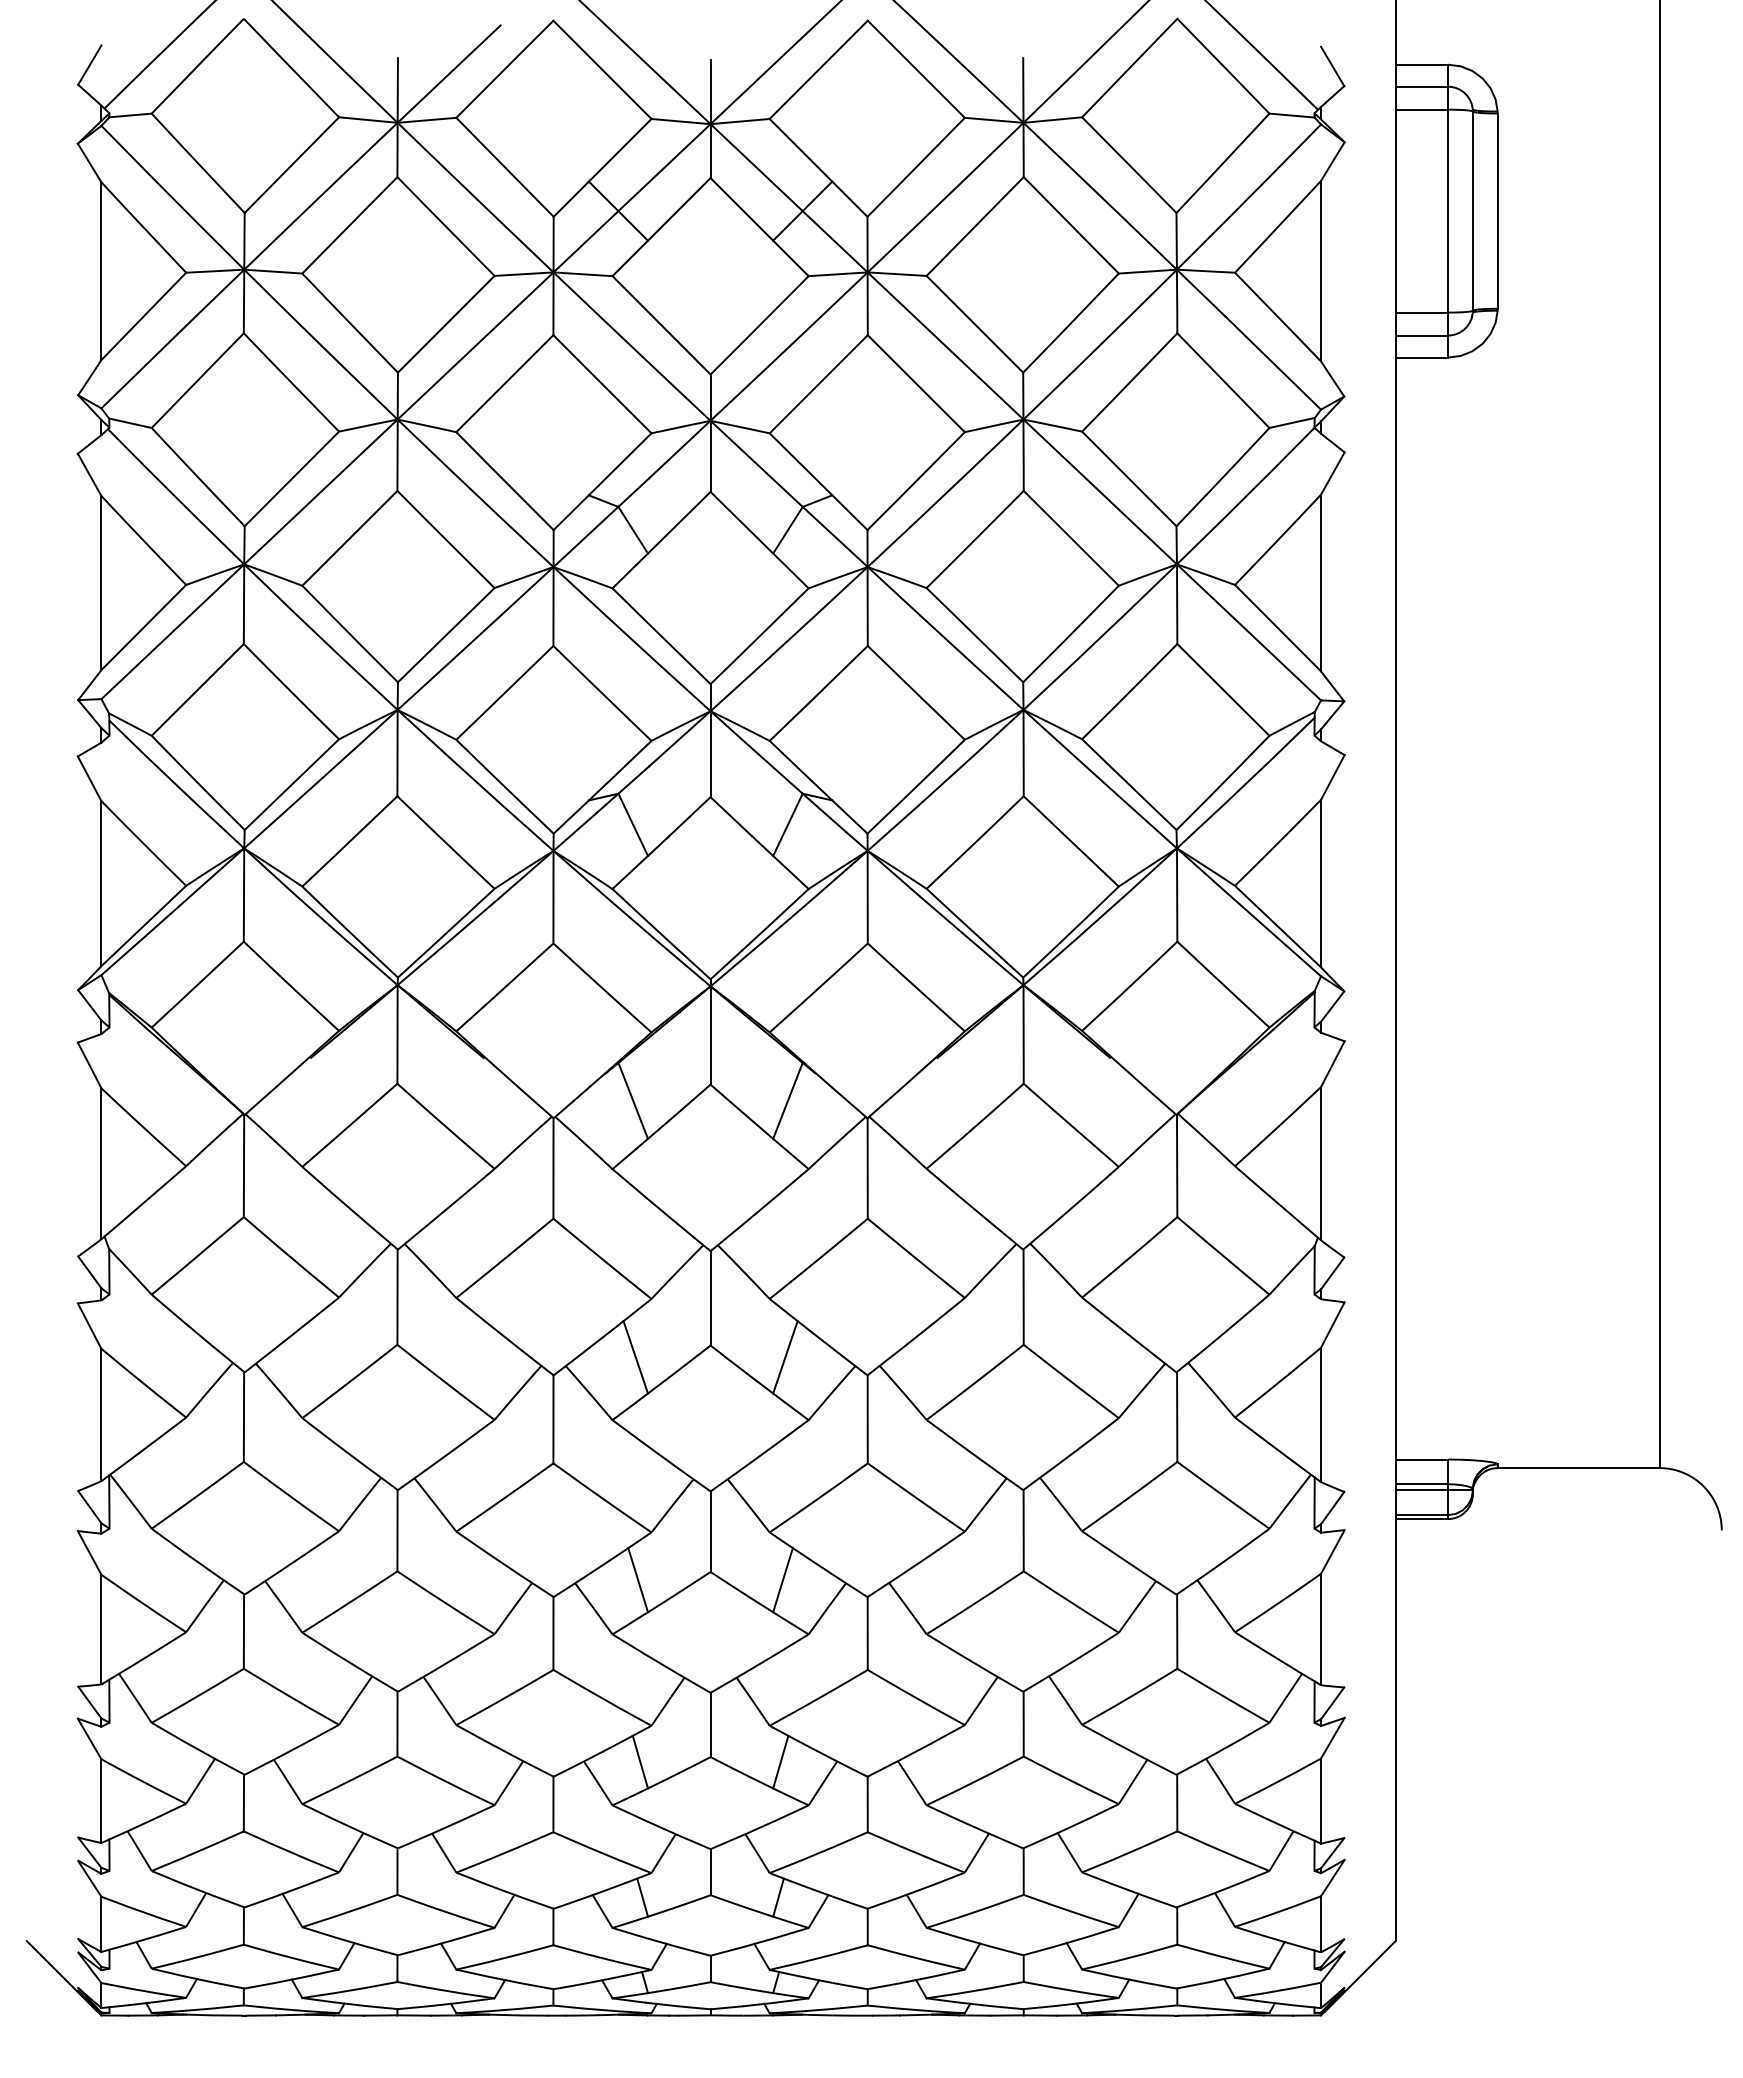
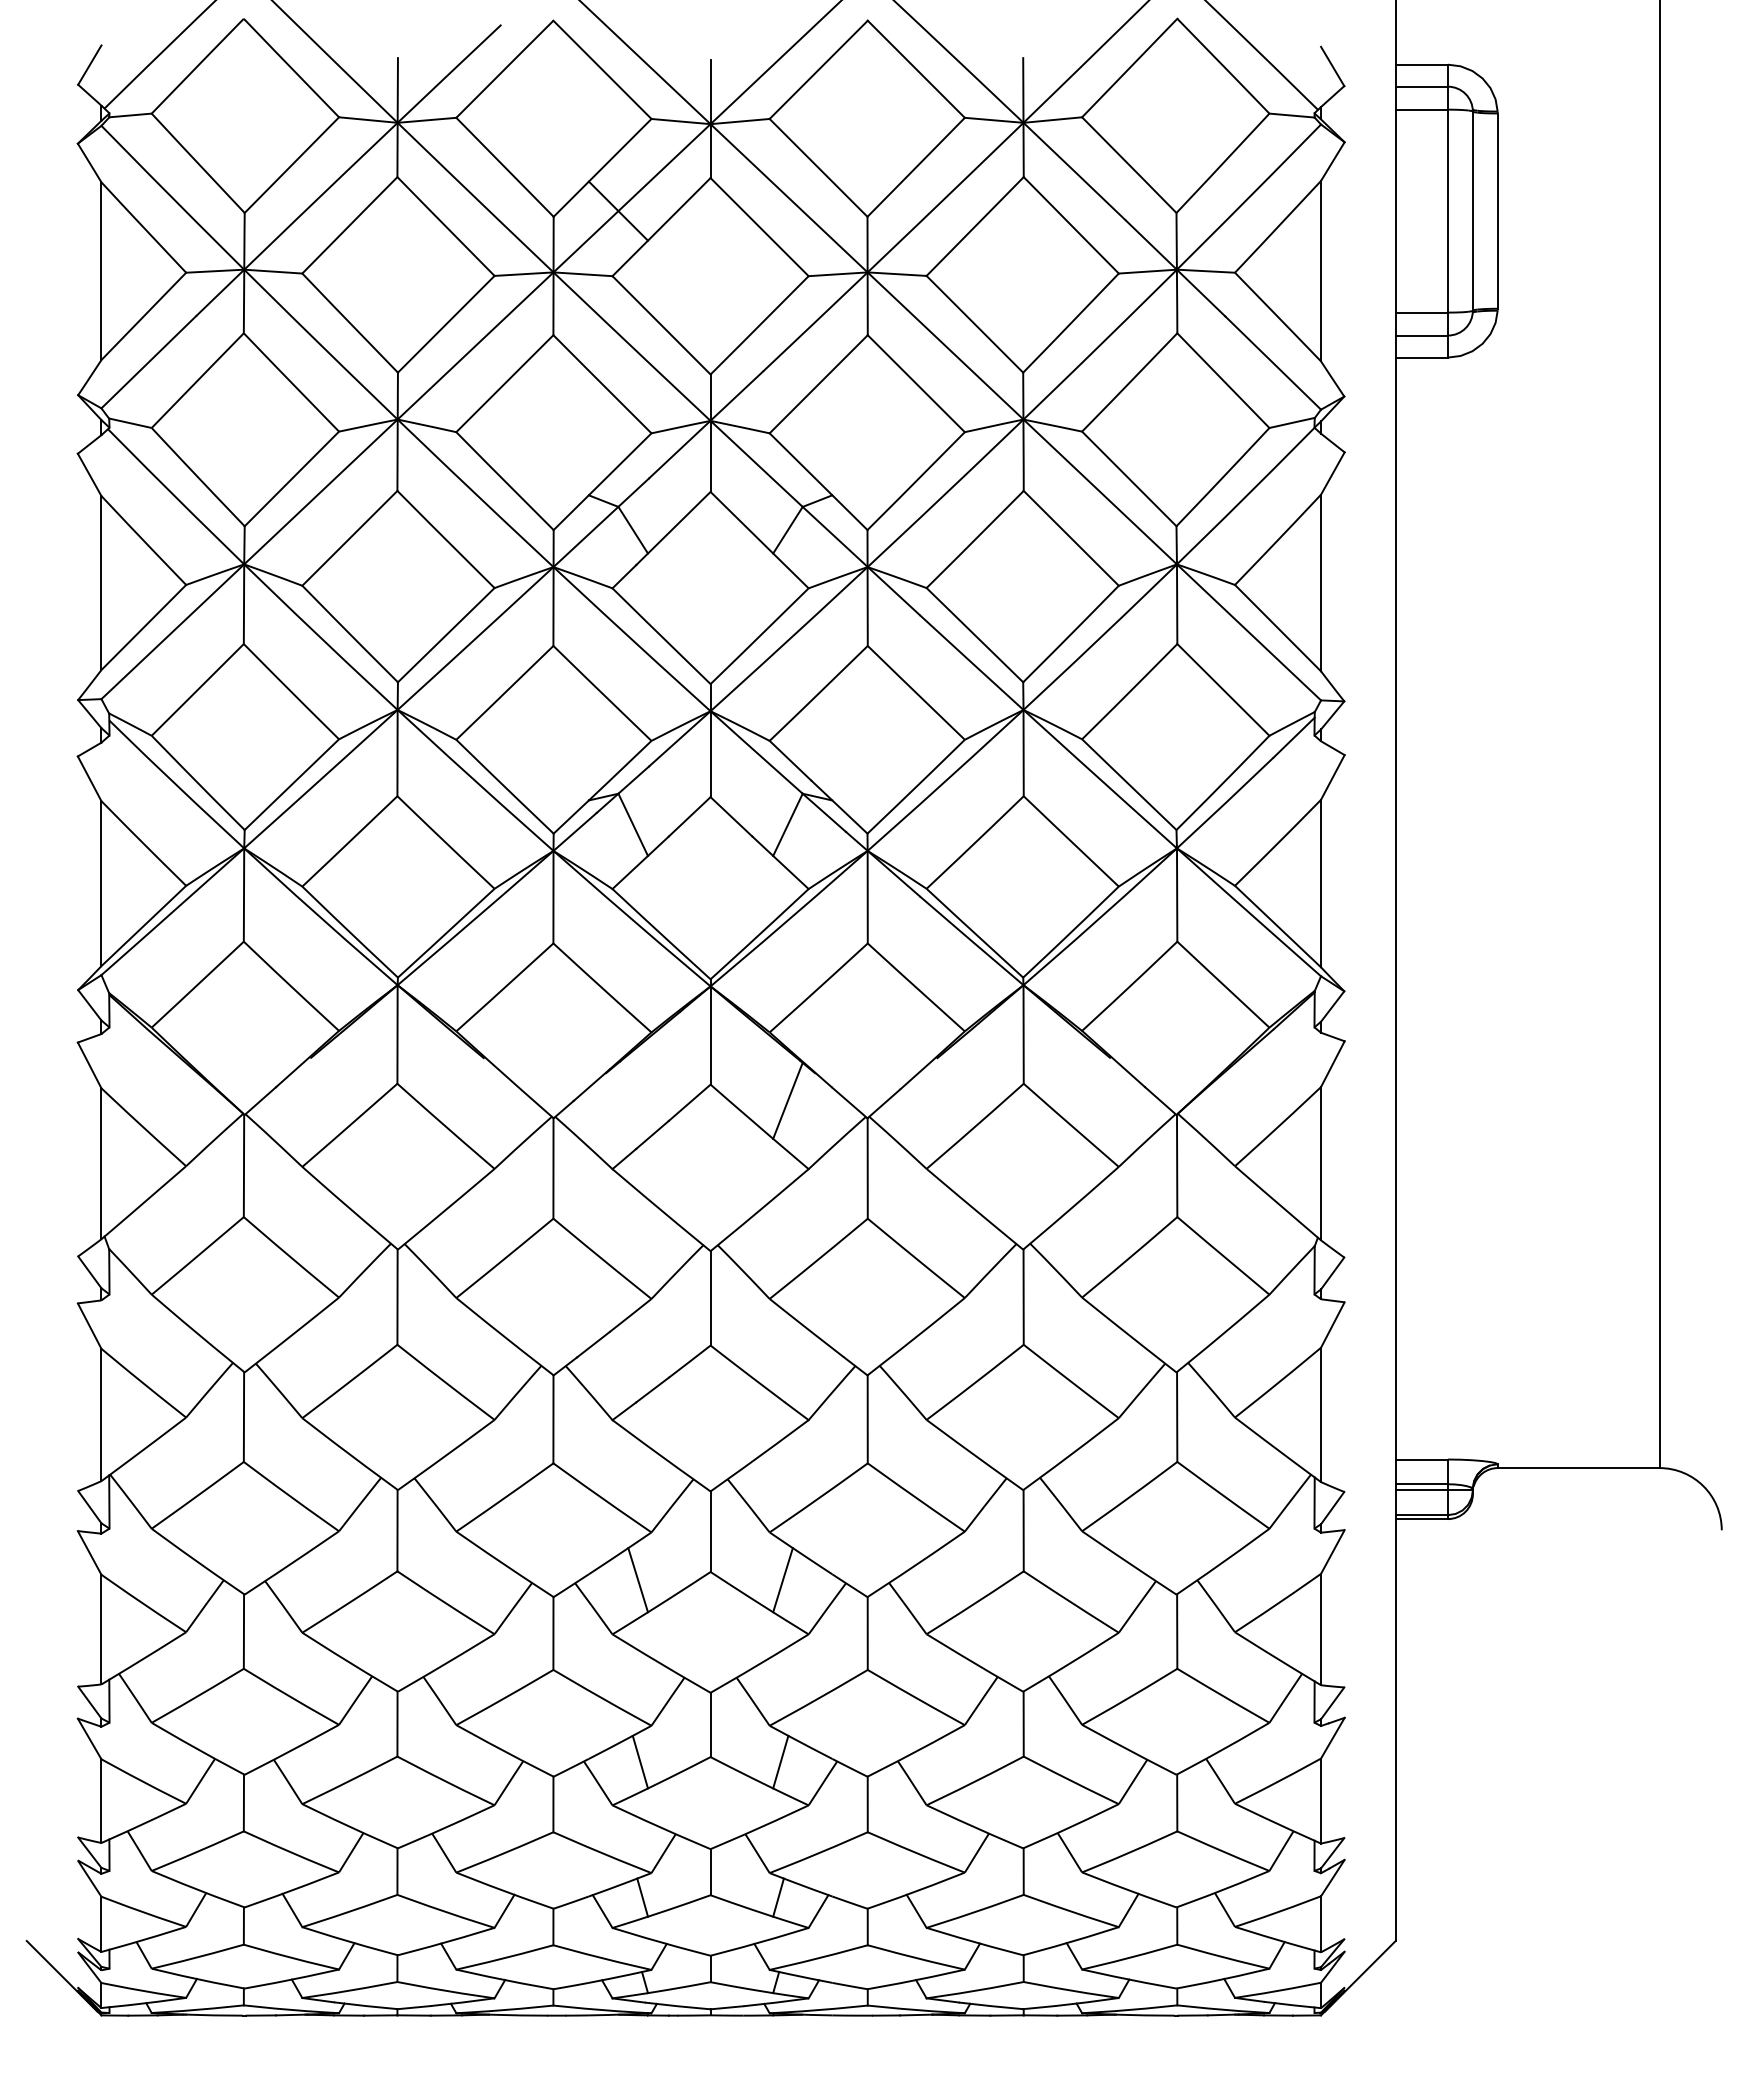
line at (802, 210): present -> none
line at (633, 1100): present -> none
line at (635, 1357): present -> none
line at (785, 1357): present -> none
